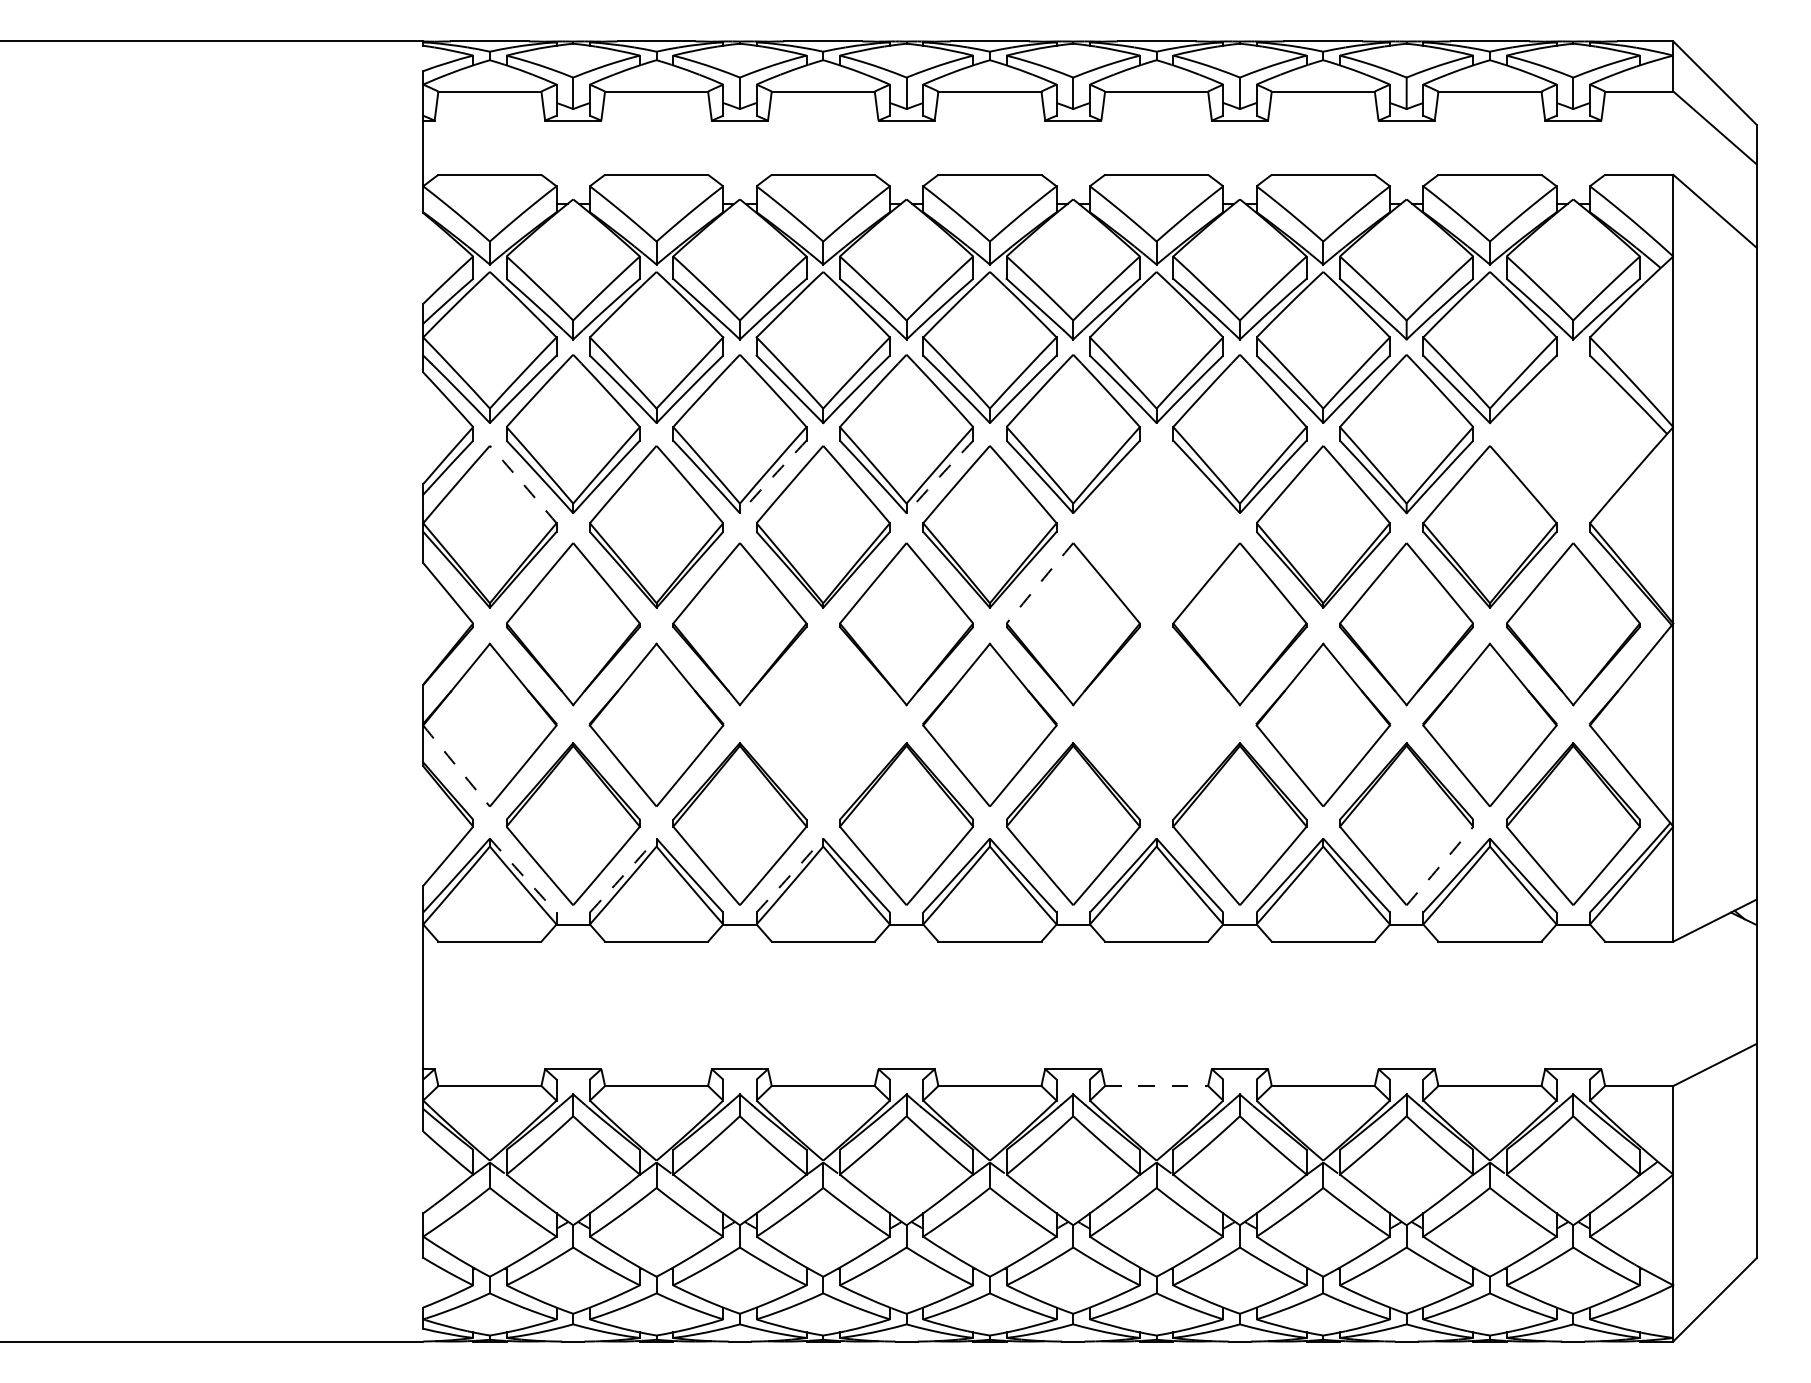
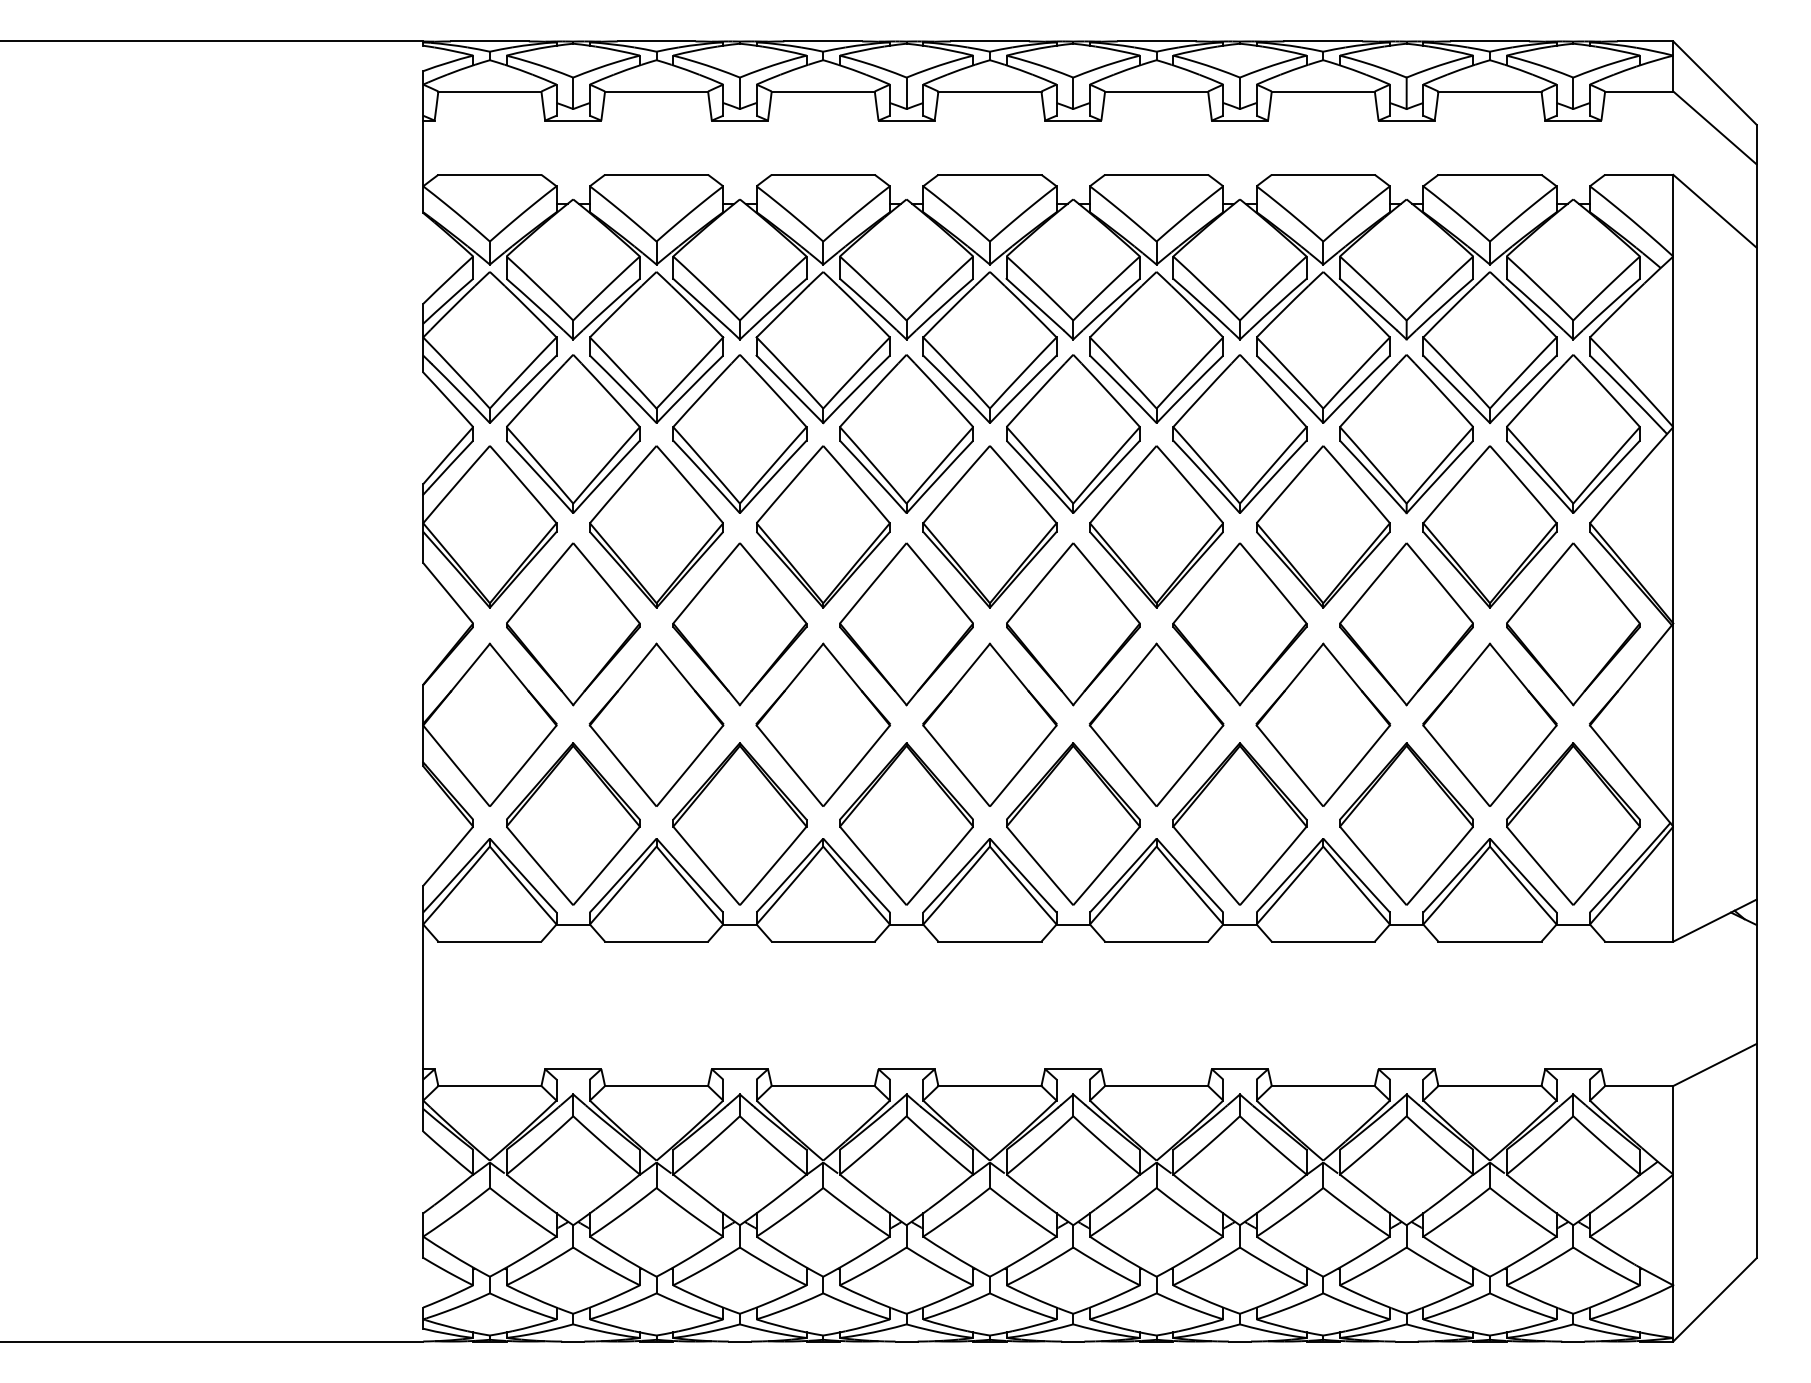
part at (1573, 433): none -> present
arc at (773, 476): dashed -> solid
arc at (939, 476): dashed -> solid
arc at (523, 484): dashed -> solid
part at (1156, 526): none -> present
arc at (1039, 583): dashed -> solid
part at (822, 724): none -> present
part at (1156, 724): none -> present
arc at (456, 766): dashed -> solid
arc at (1440, 866): dashed -> solid
arc at (523, 875): dashed -> solid
arc at (623, 875): dashed -> solid
arc at (790, 875): dashed -> solid
line at (1156, 1086): dashed -> solid
